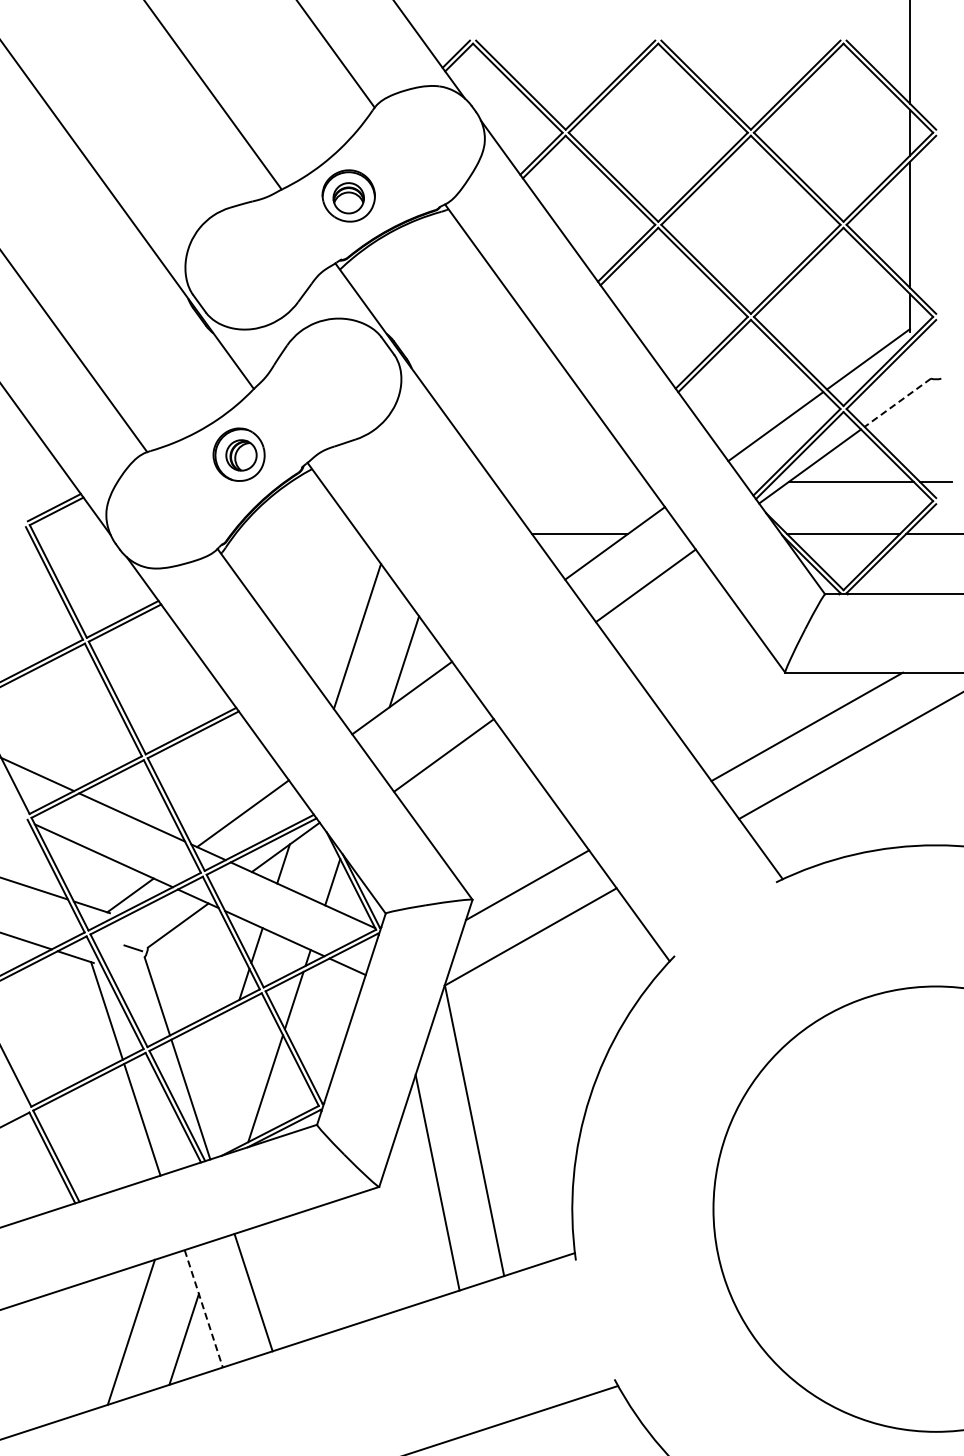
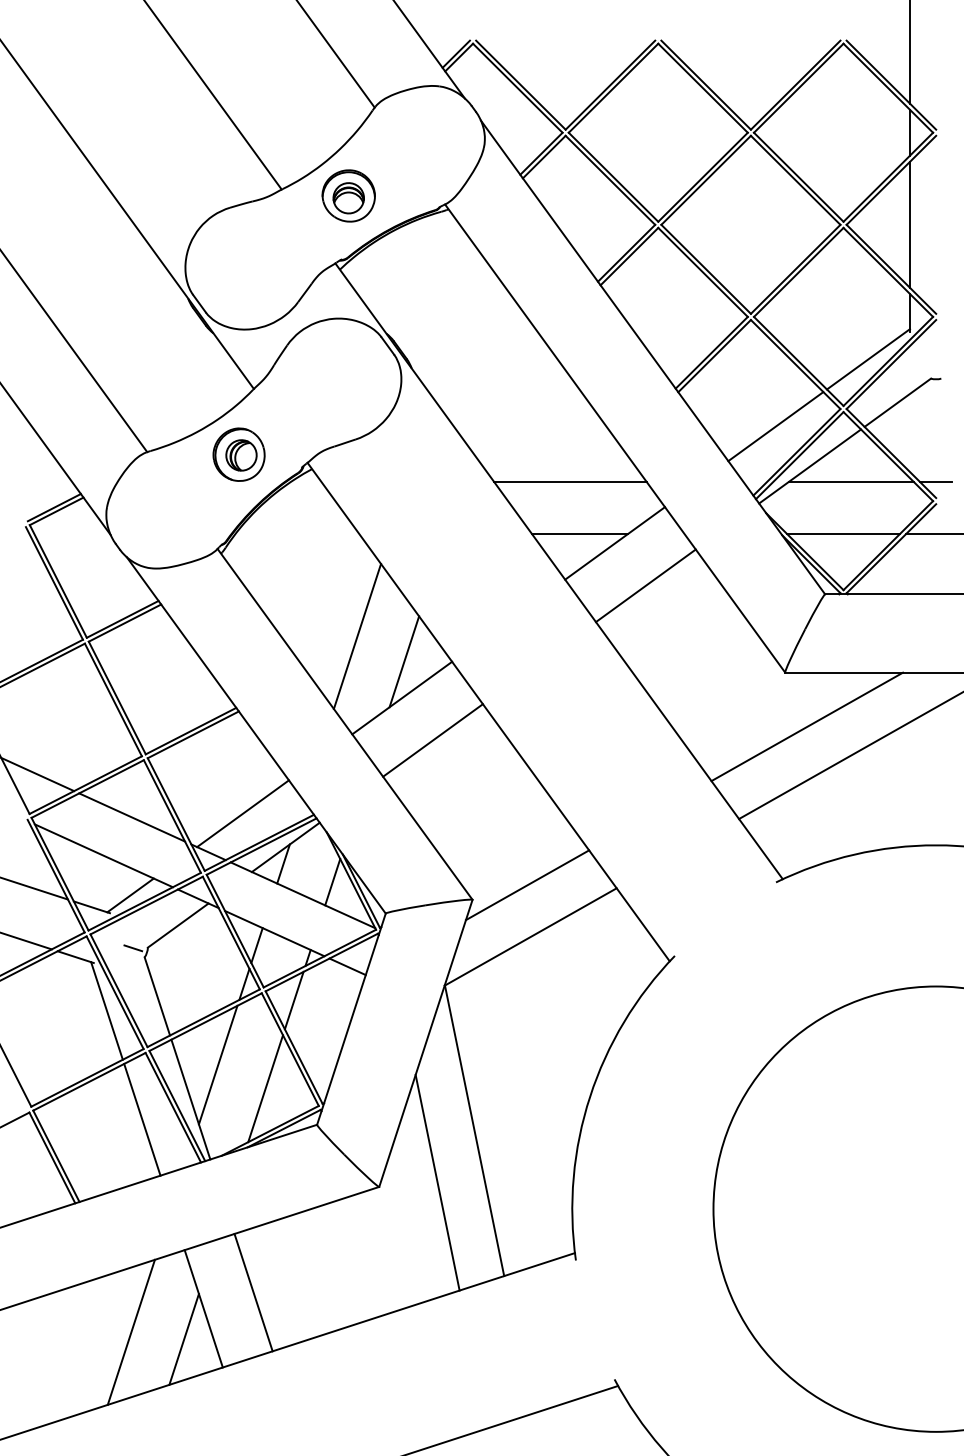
line at (897, 403): dashed -> solid
line at (570, 481): none -> present
line at (443, 755) position: (443, 755) -> (432, 740)
line at (217, 1064): none -> present
line at (203, 1308): dashed -> solid
